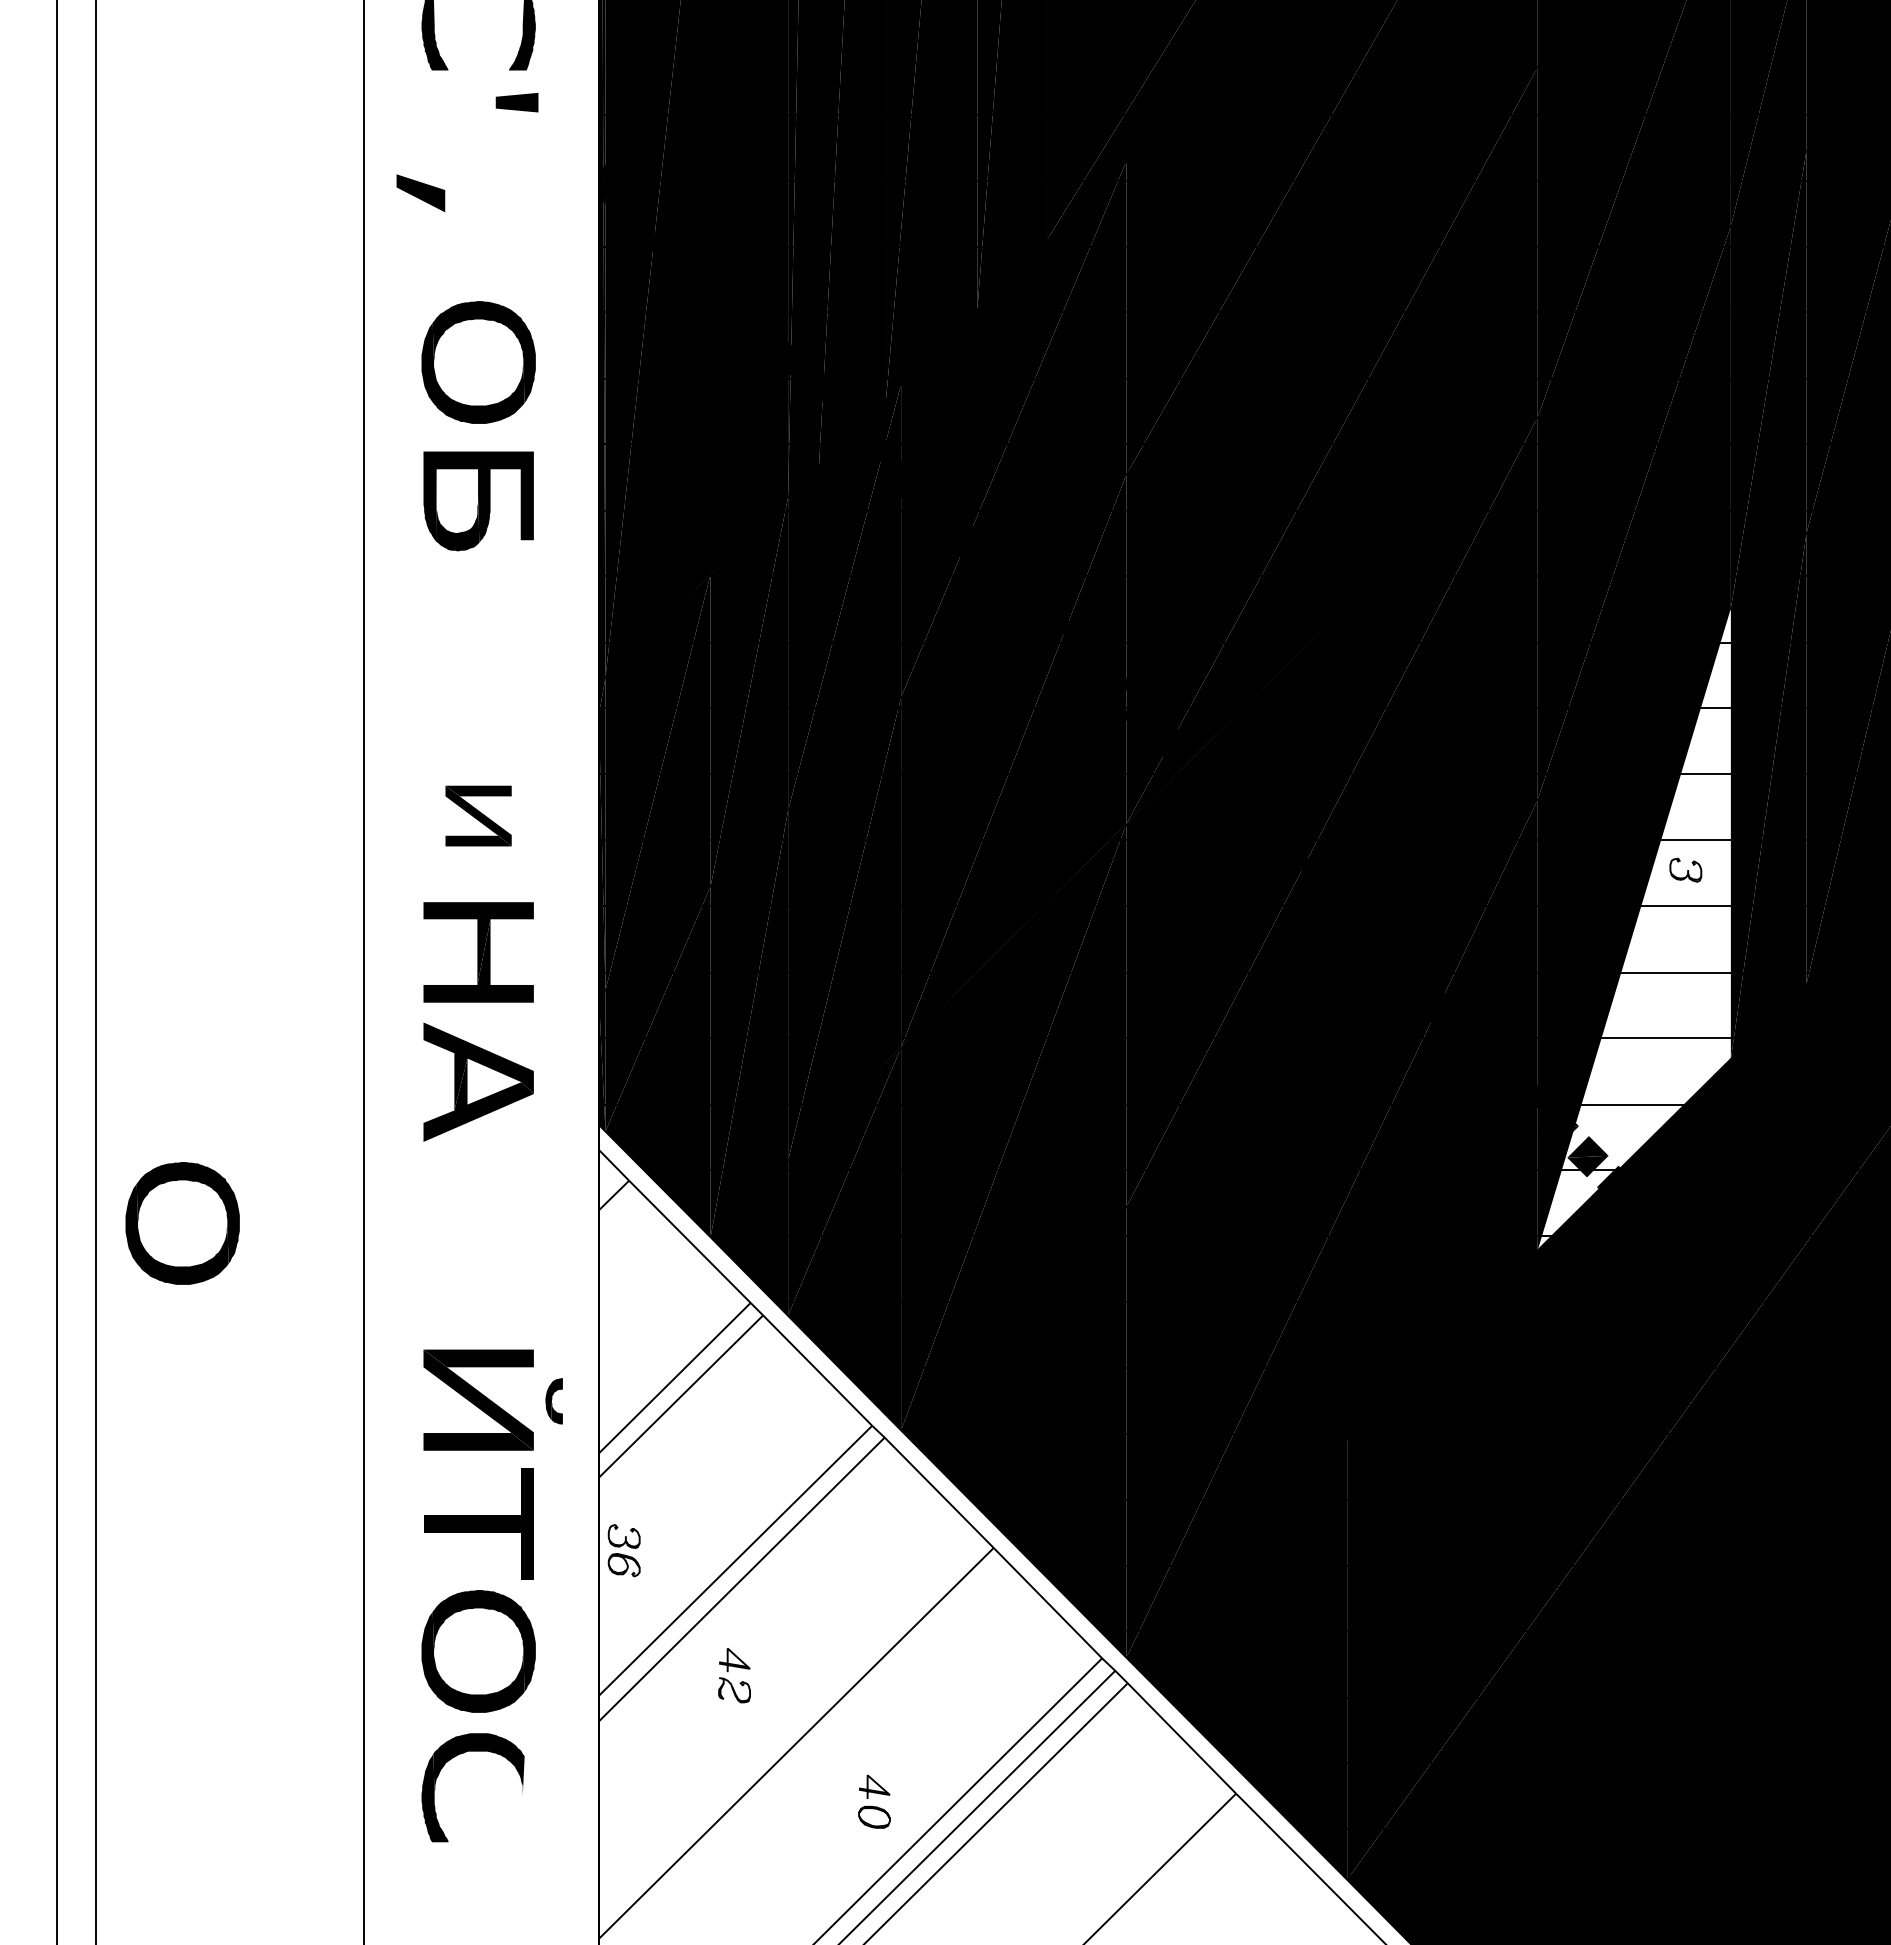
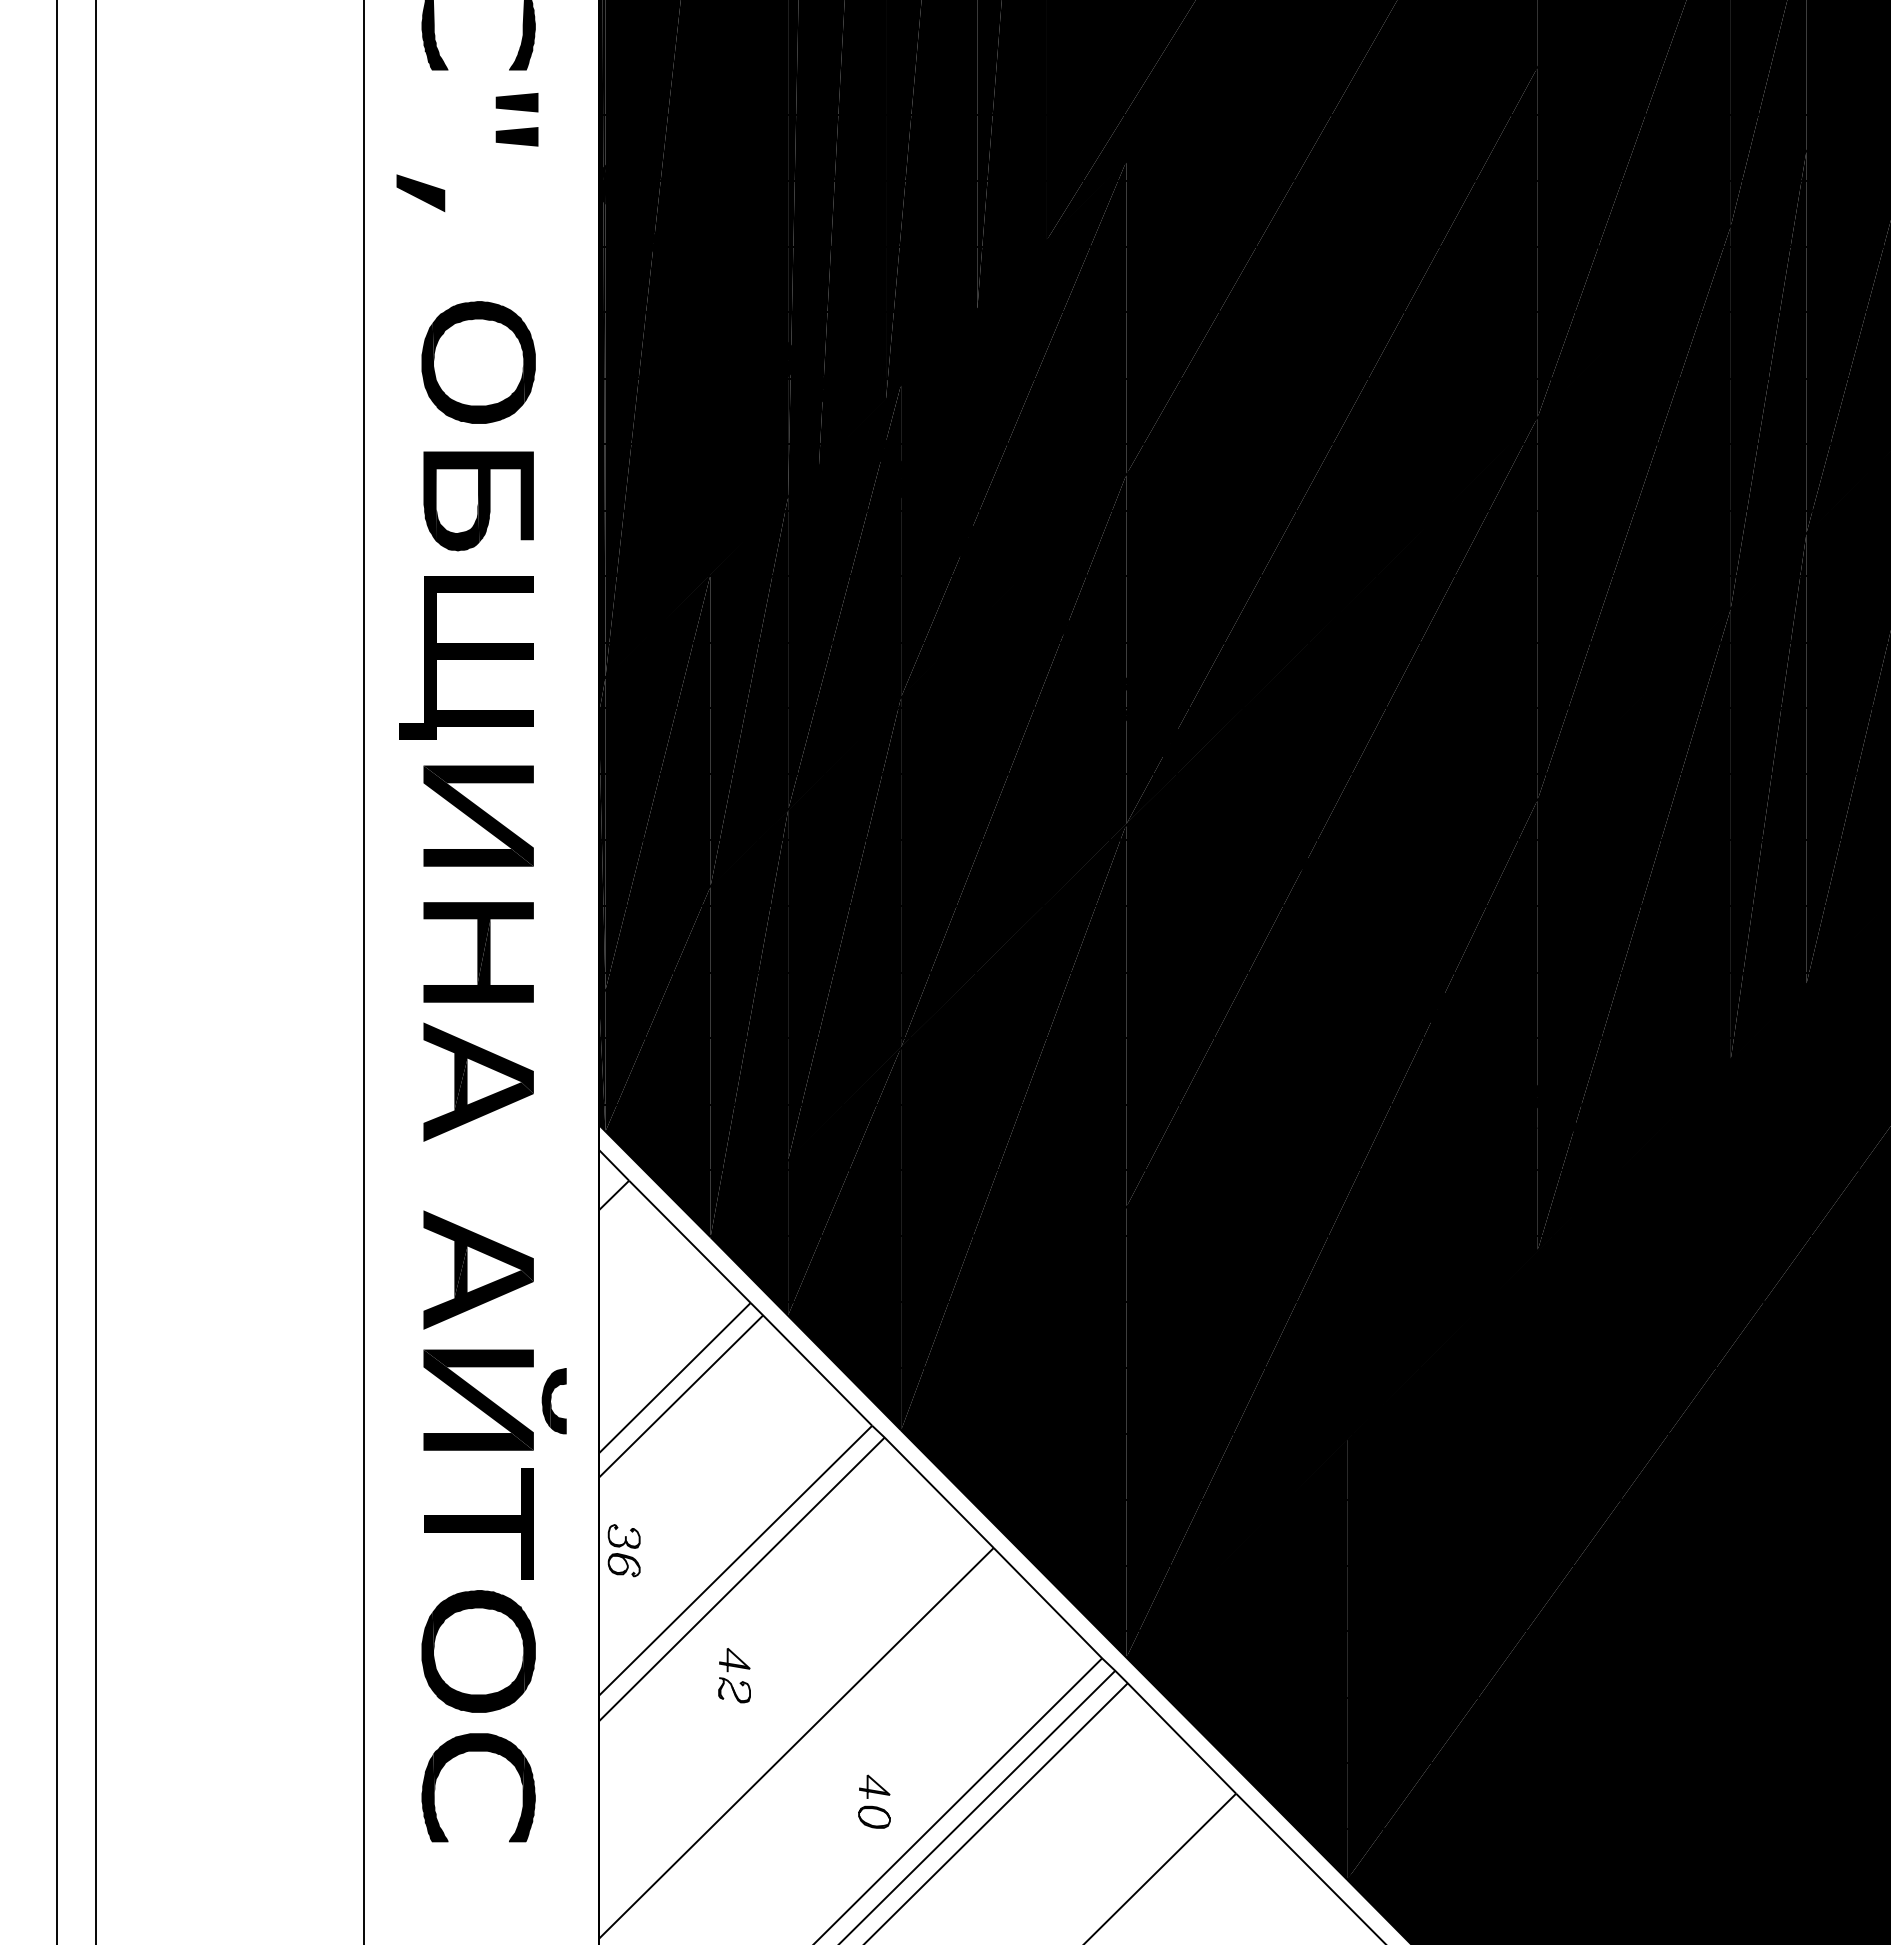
fill at (516, 136): none -> present
part at (466, 657): none -> present
part at (478, 815) size: 67x62 px -> 111x102 px
fill at (1633, 929): none -> present
part at (182, 1223): present -> none
part at (478, 1269): none -> present
part at (553, 1401) size: 18x47 px -> 26x67 px
fill at (521, 1799): none -> present
